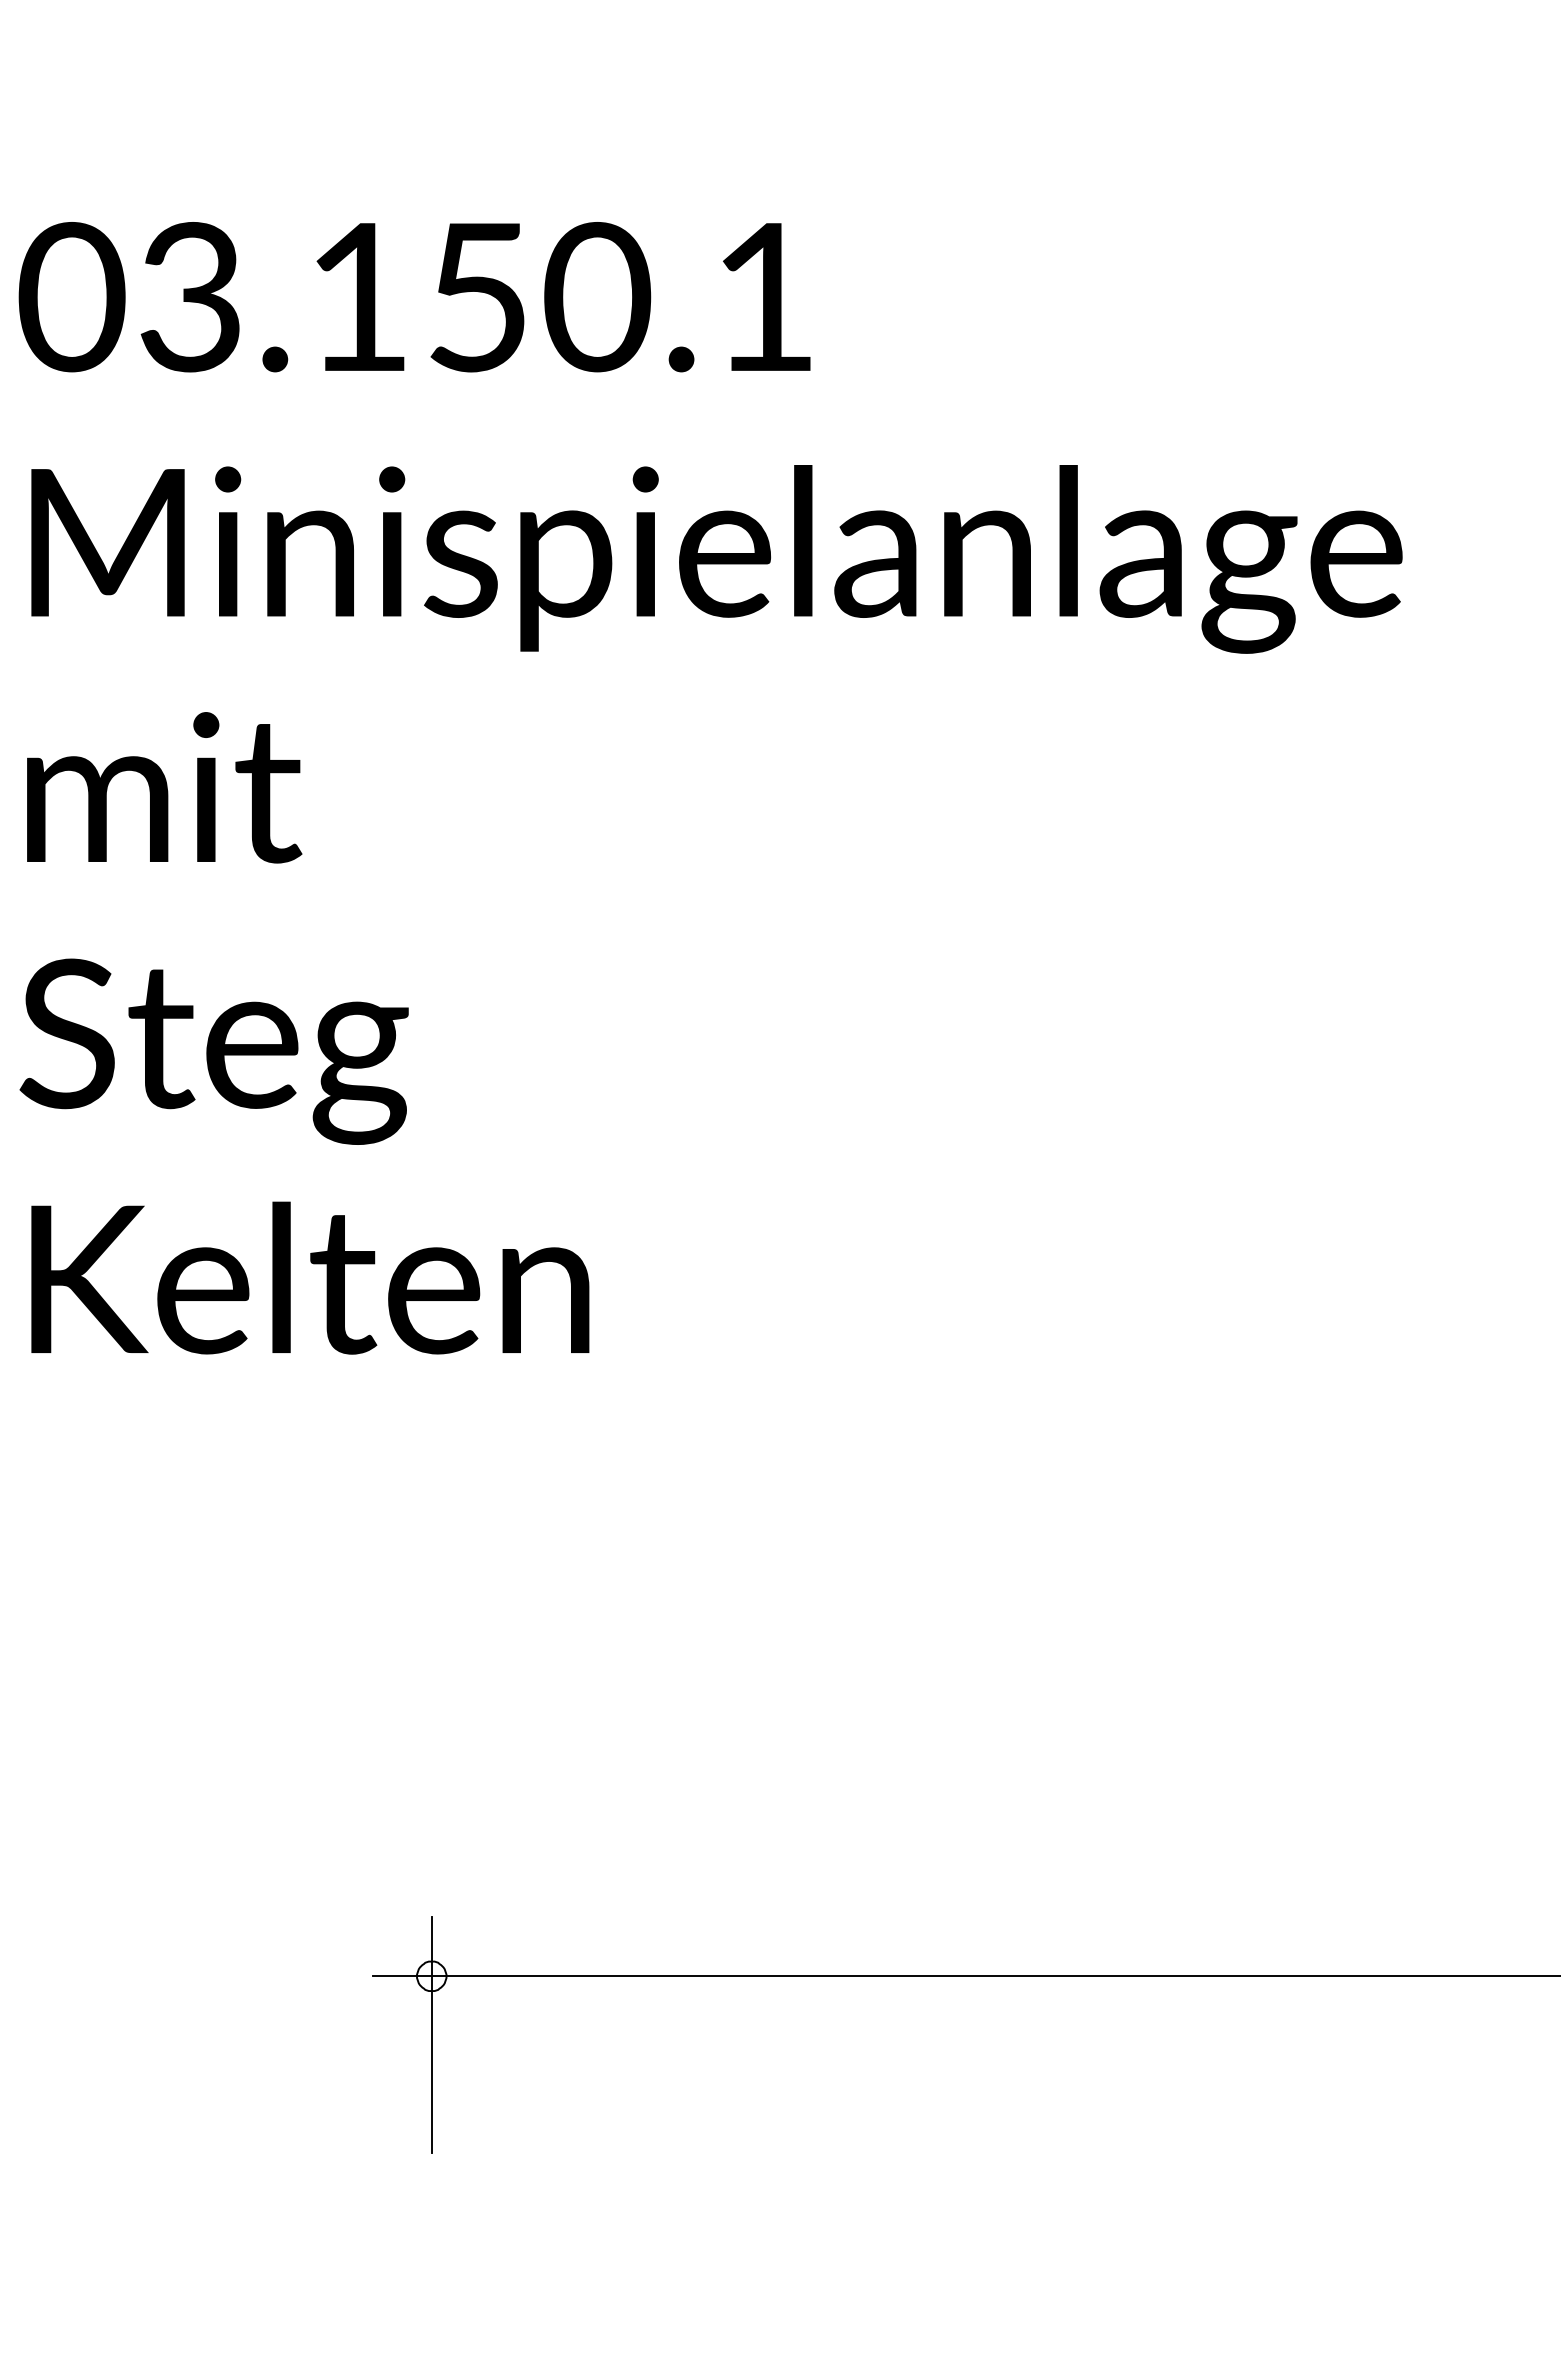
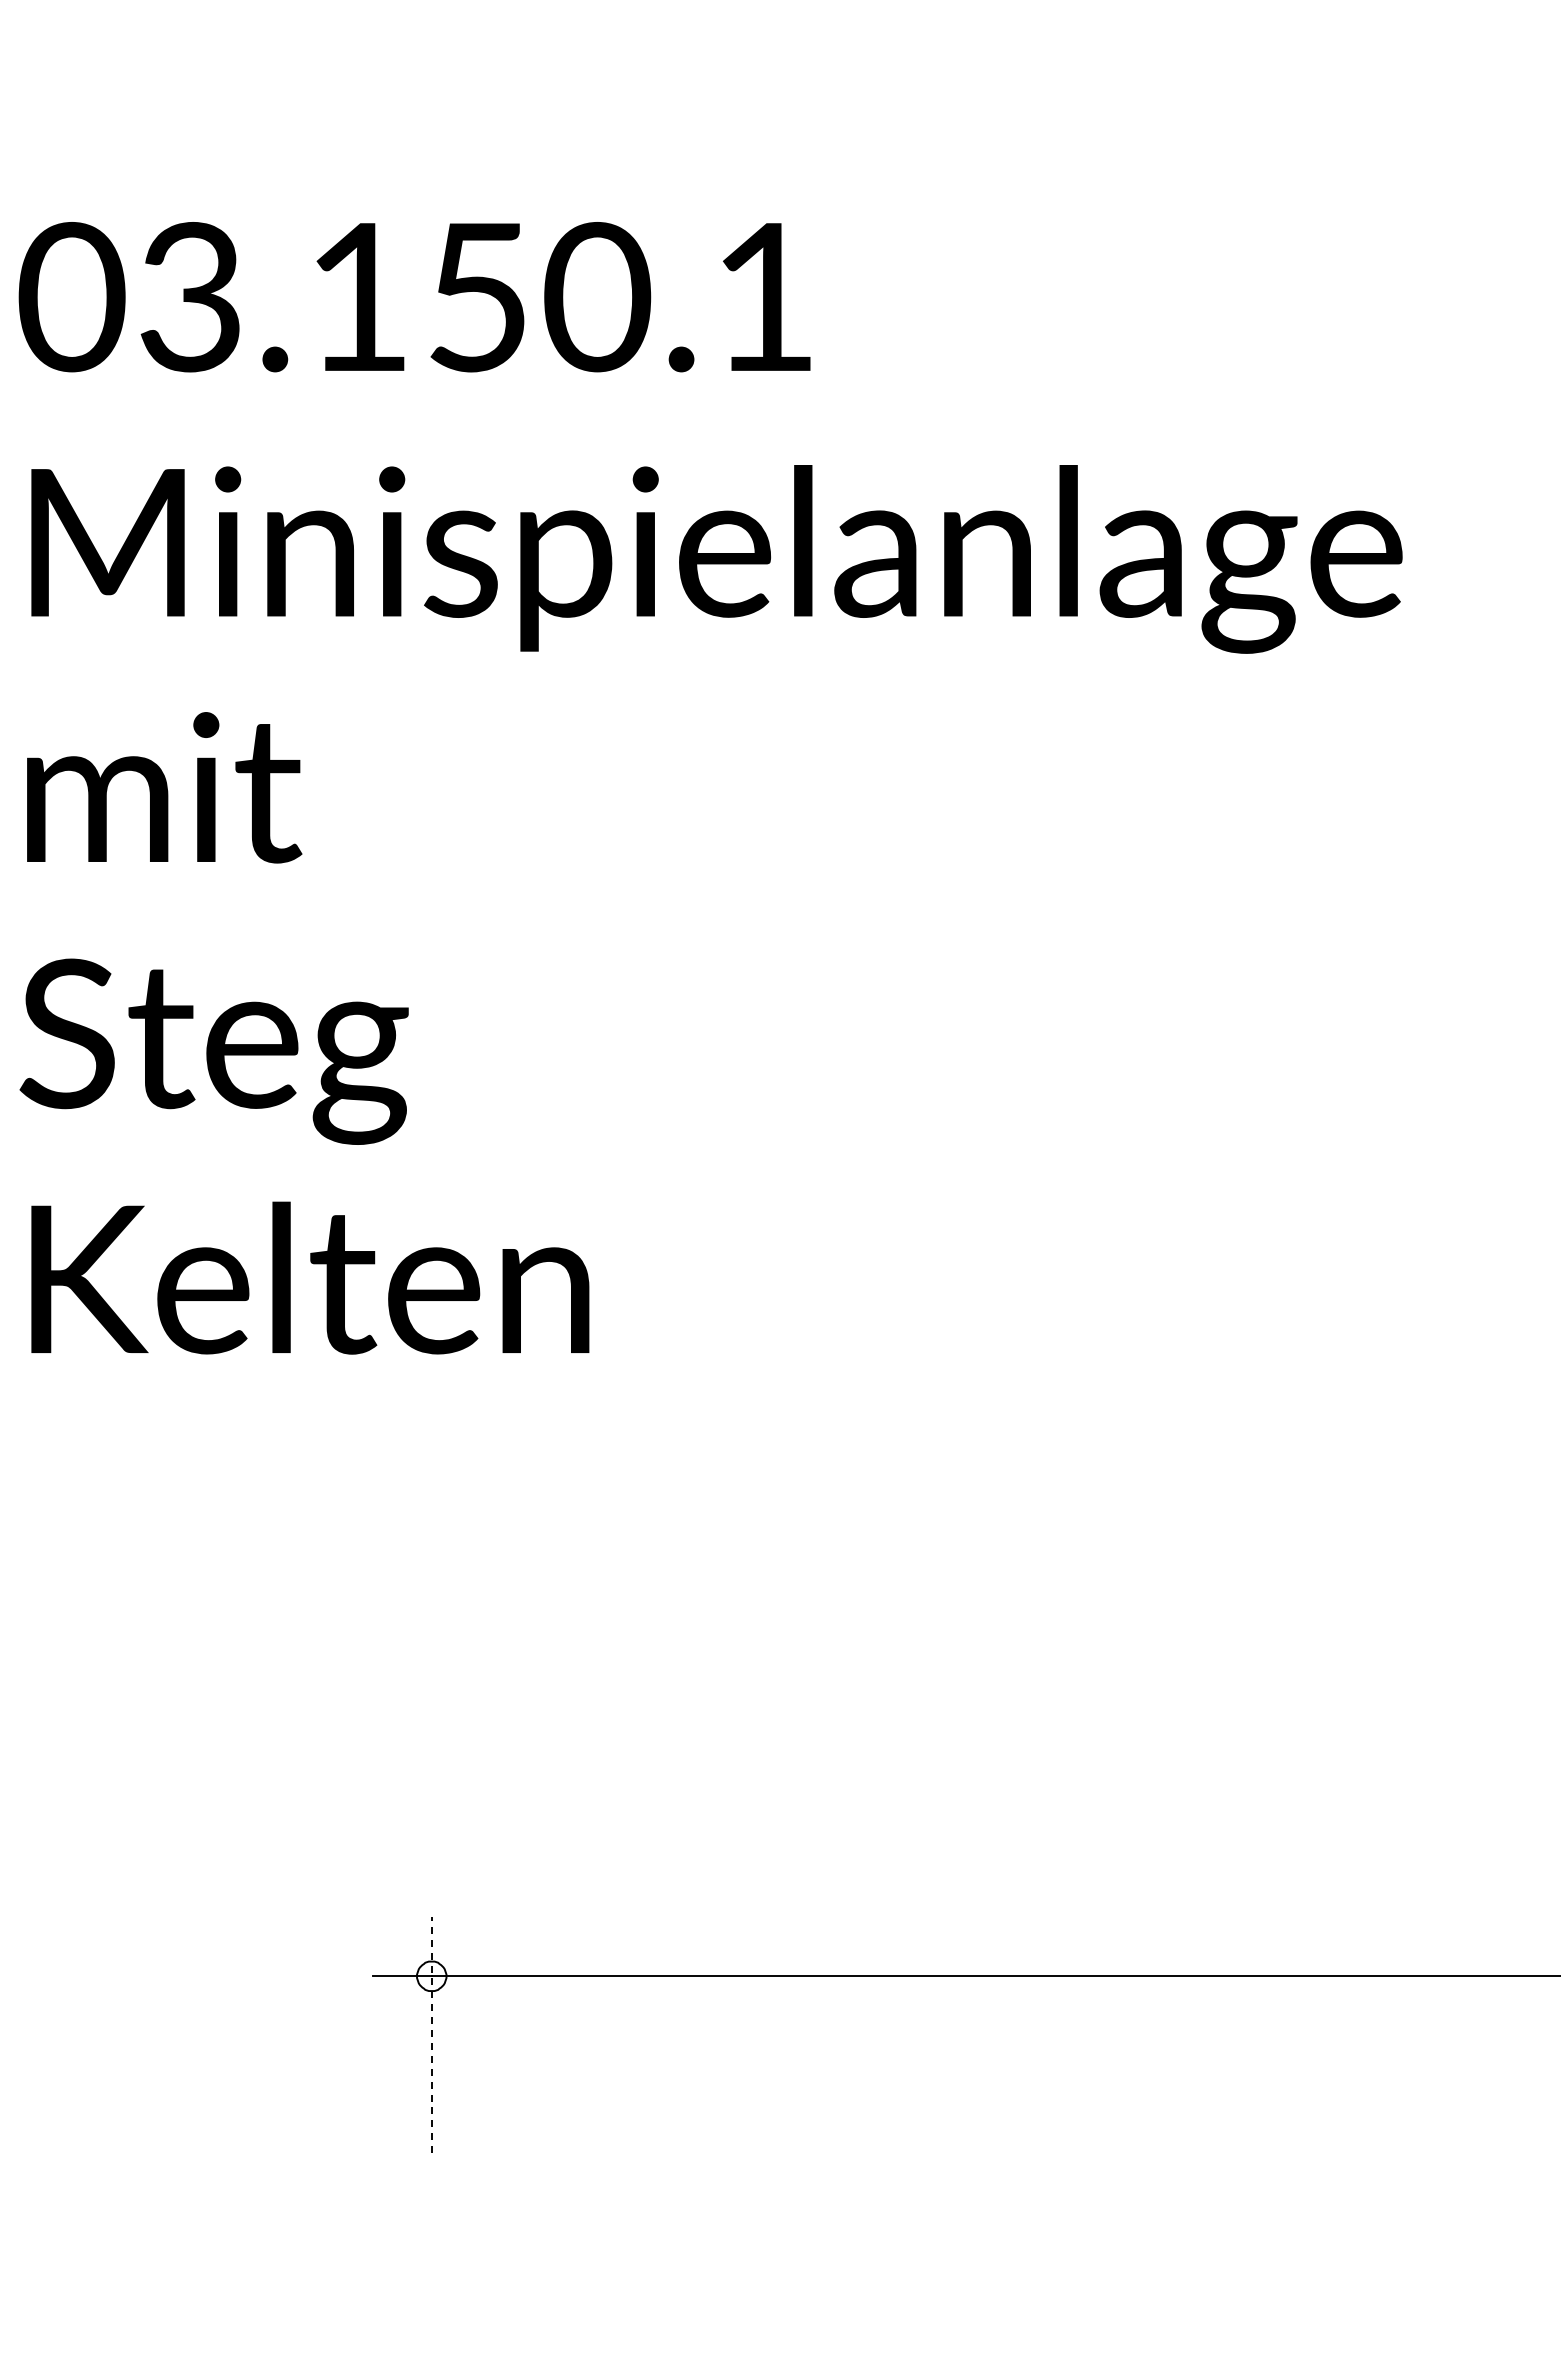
line at (431, 2035): solid -> dashed
